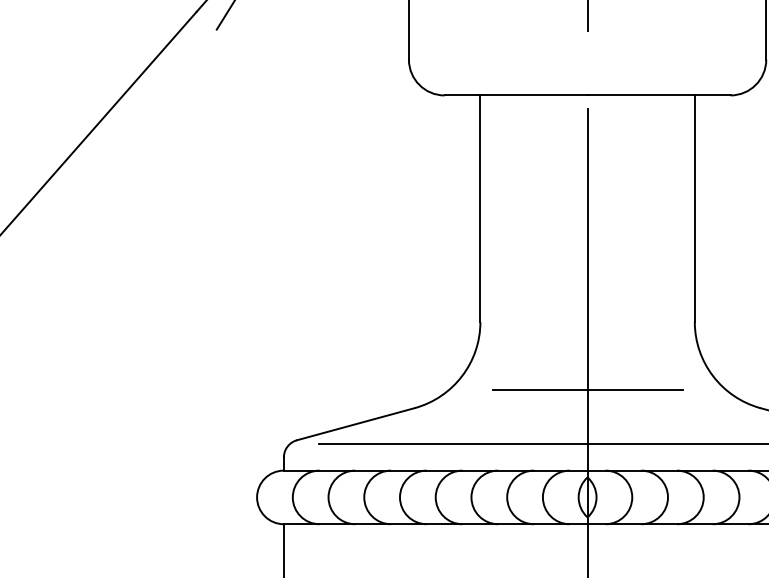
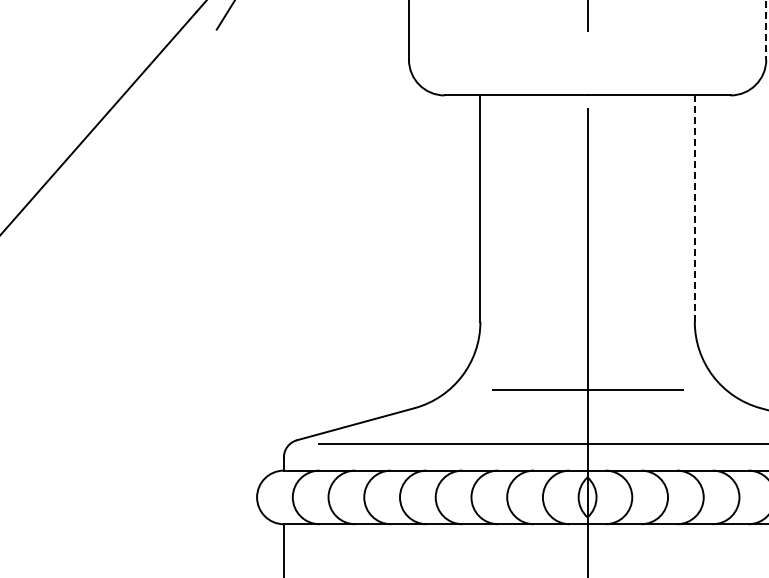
line at (766, 29): solid -> dashed
line at (694, 209): solid -> dashed
